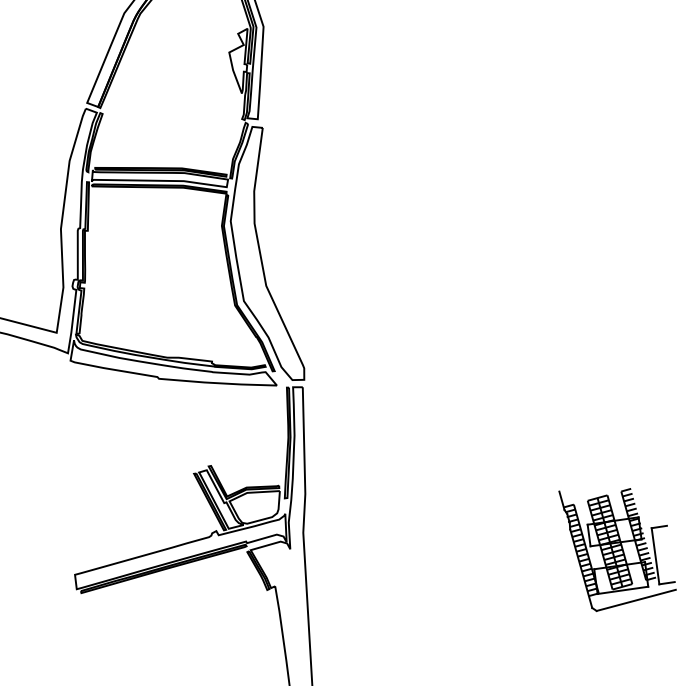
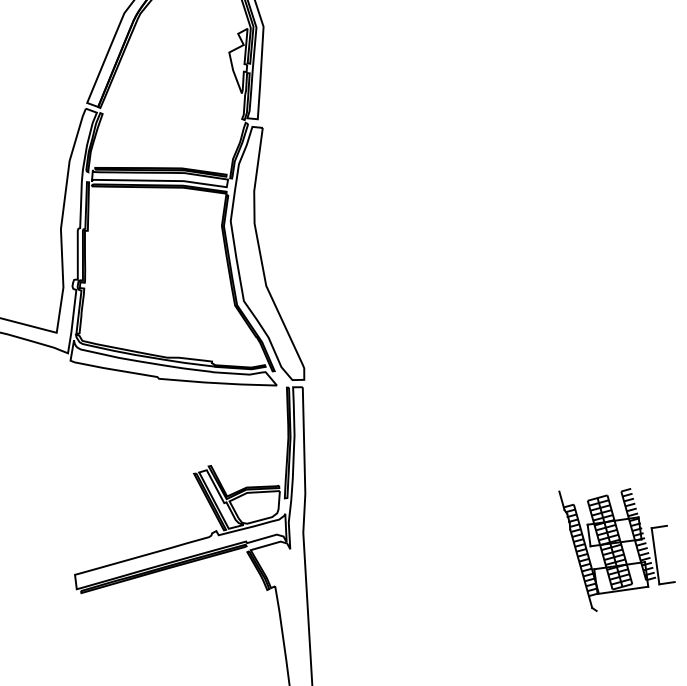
line at (635, 599): present -> none
